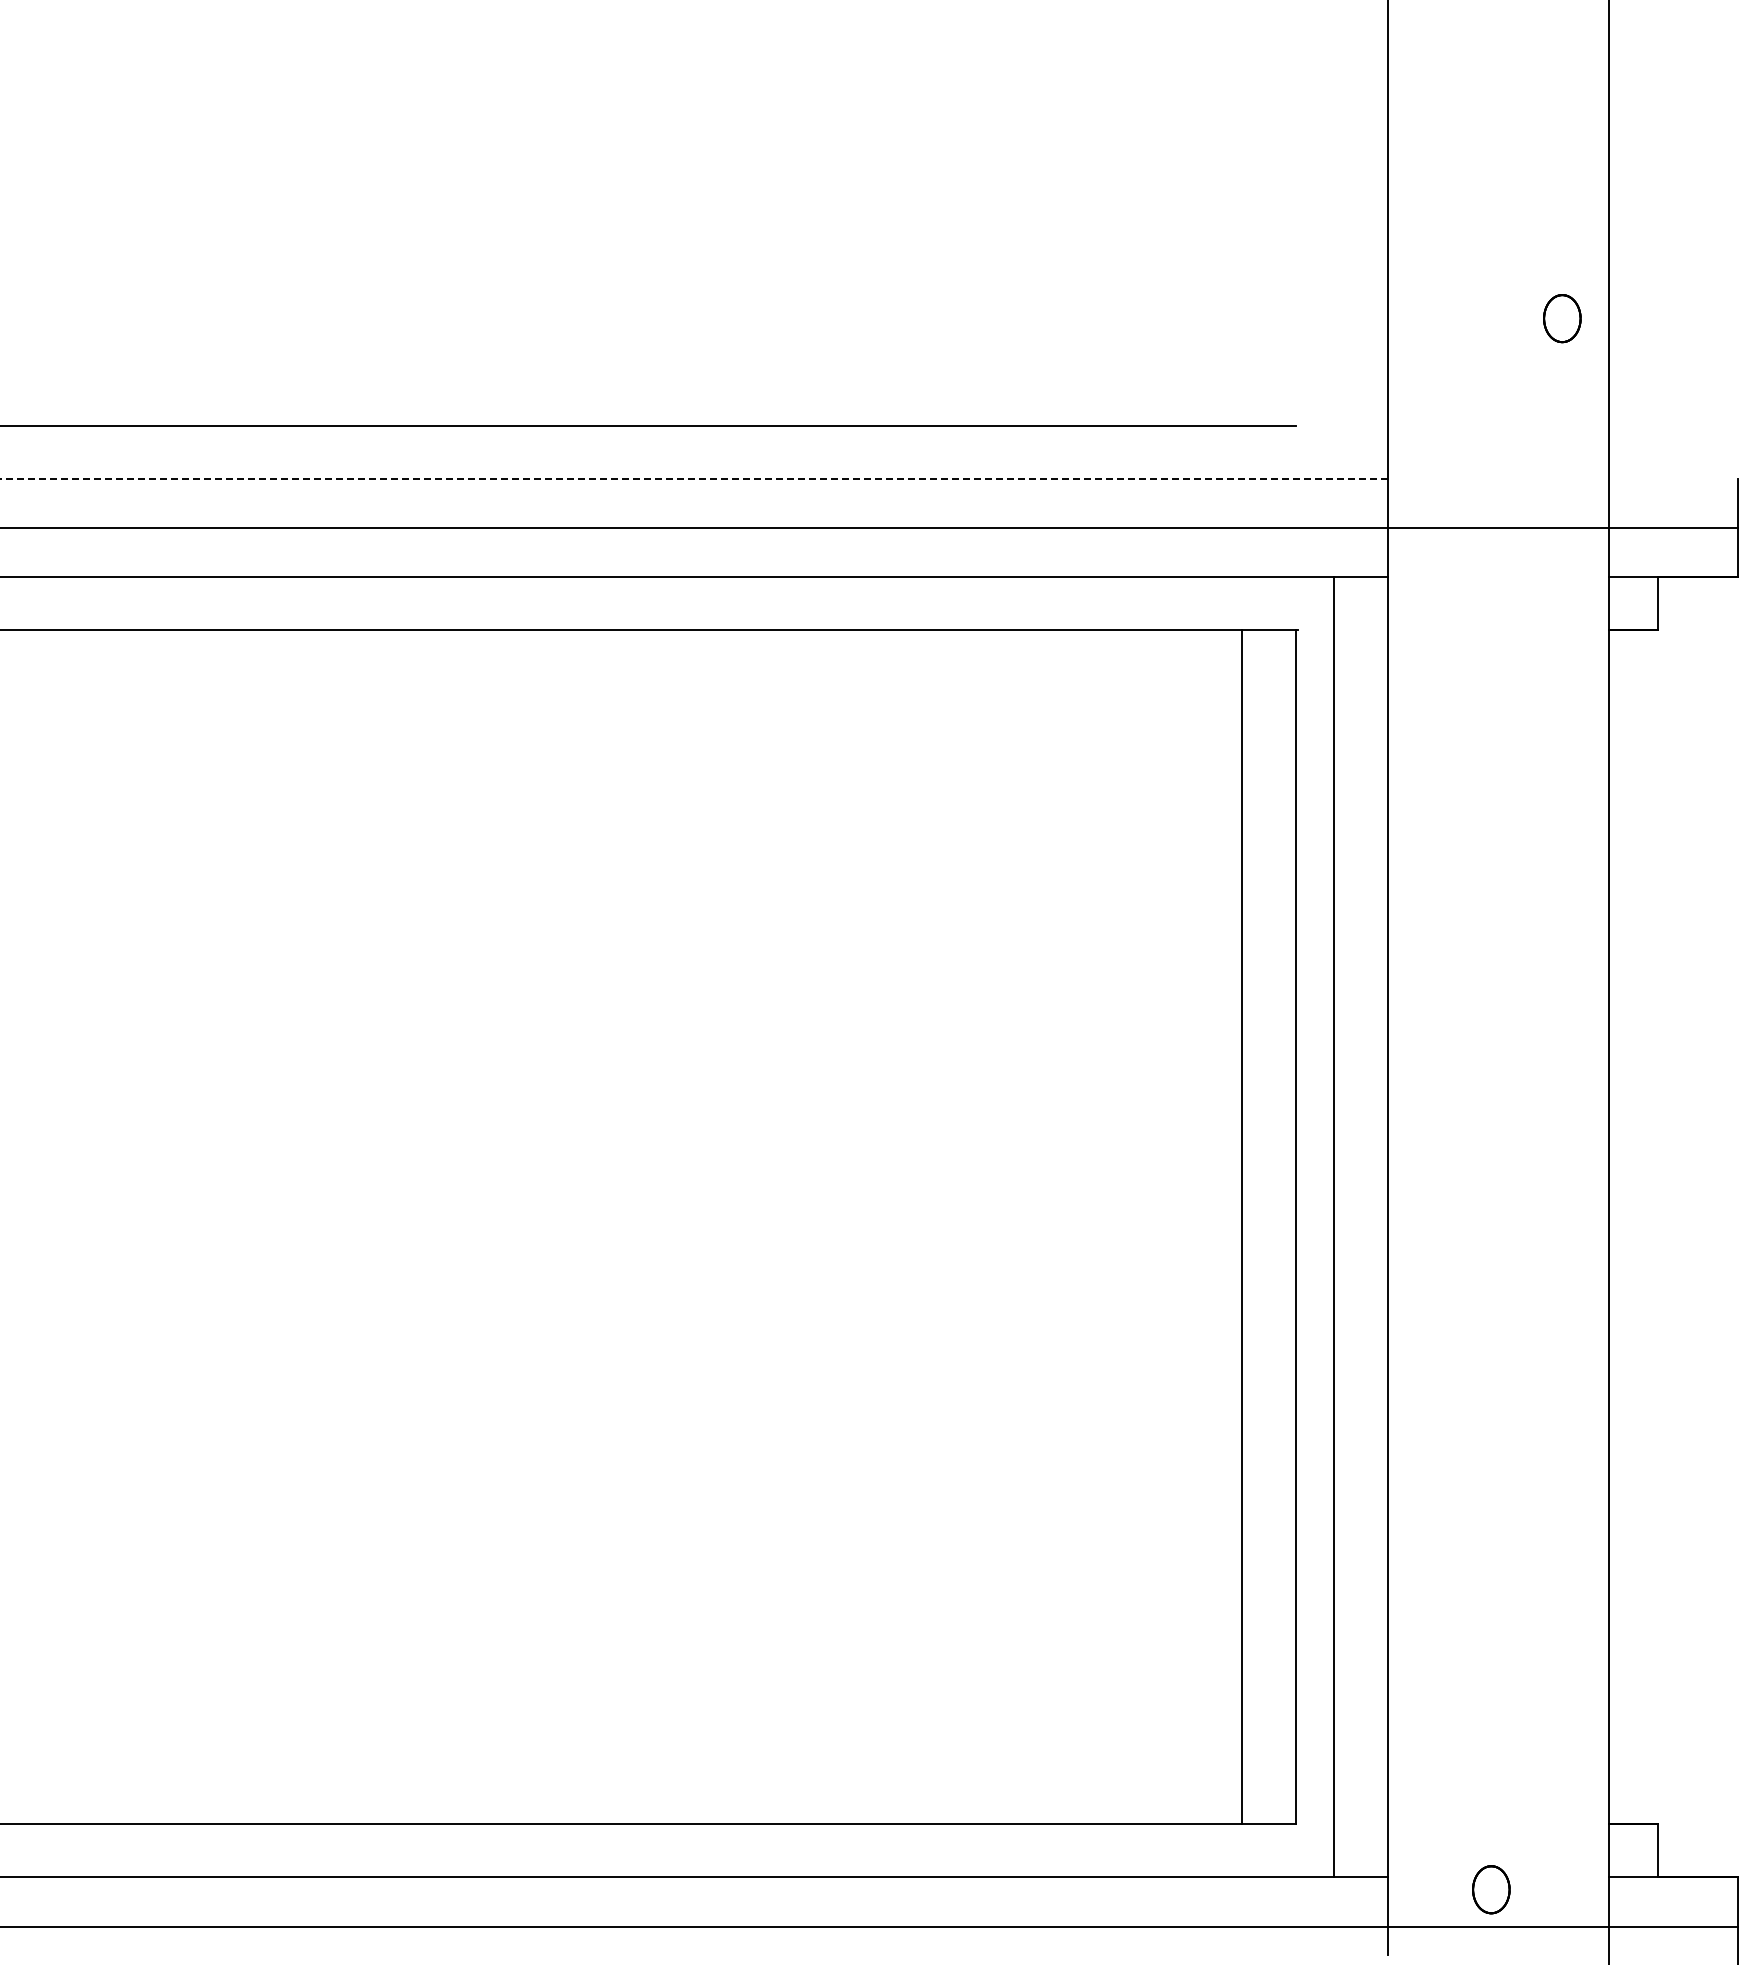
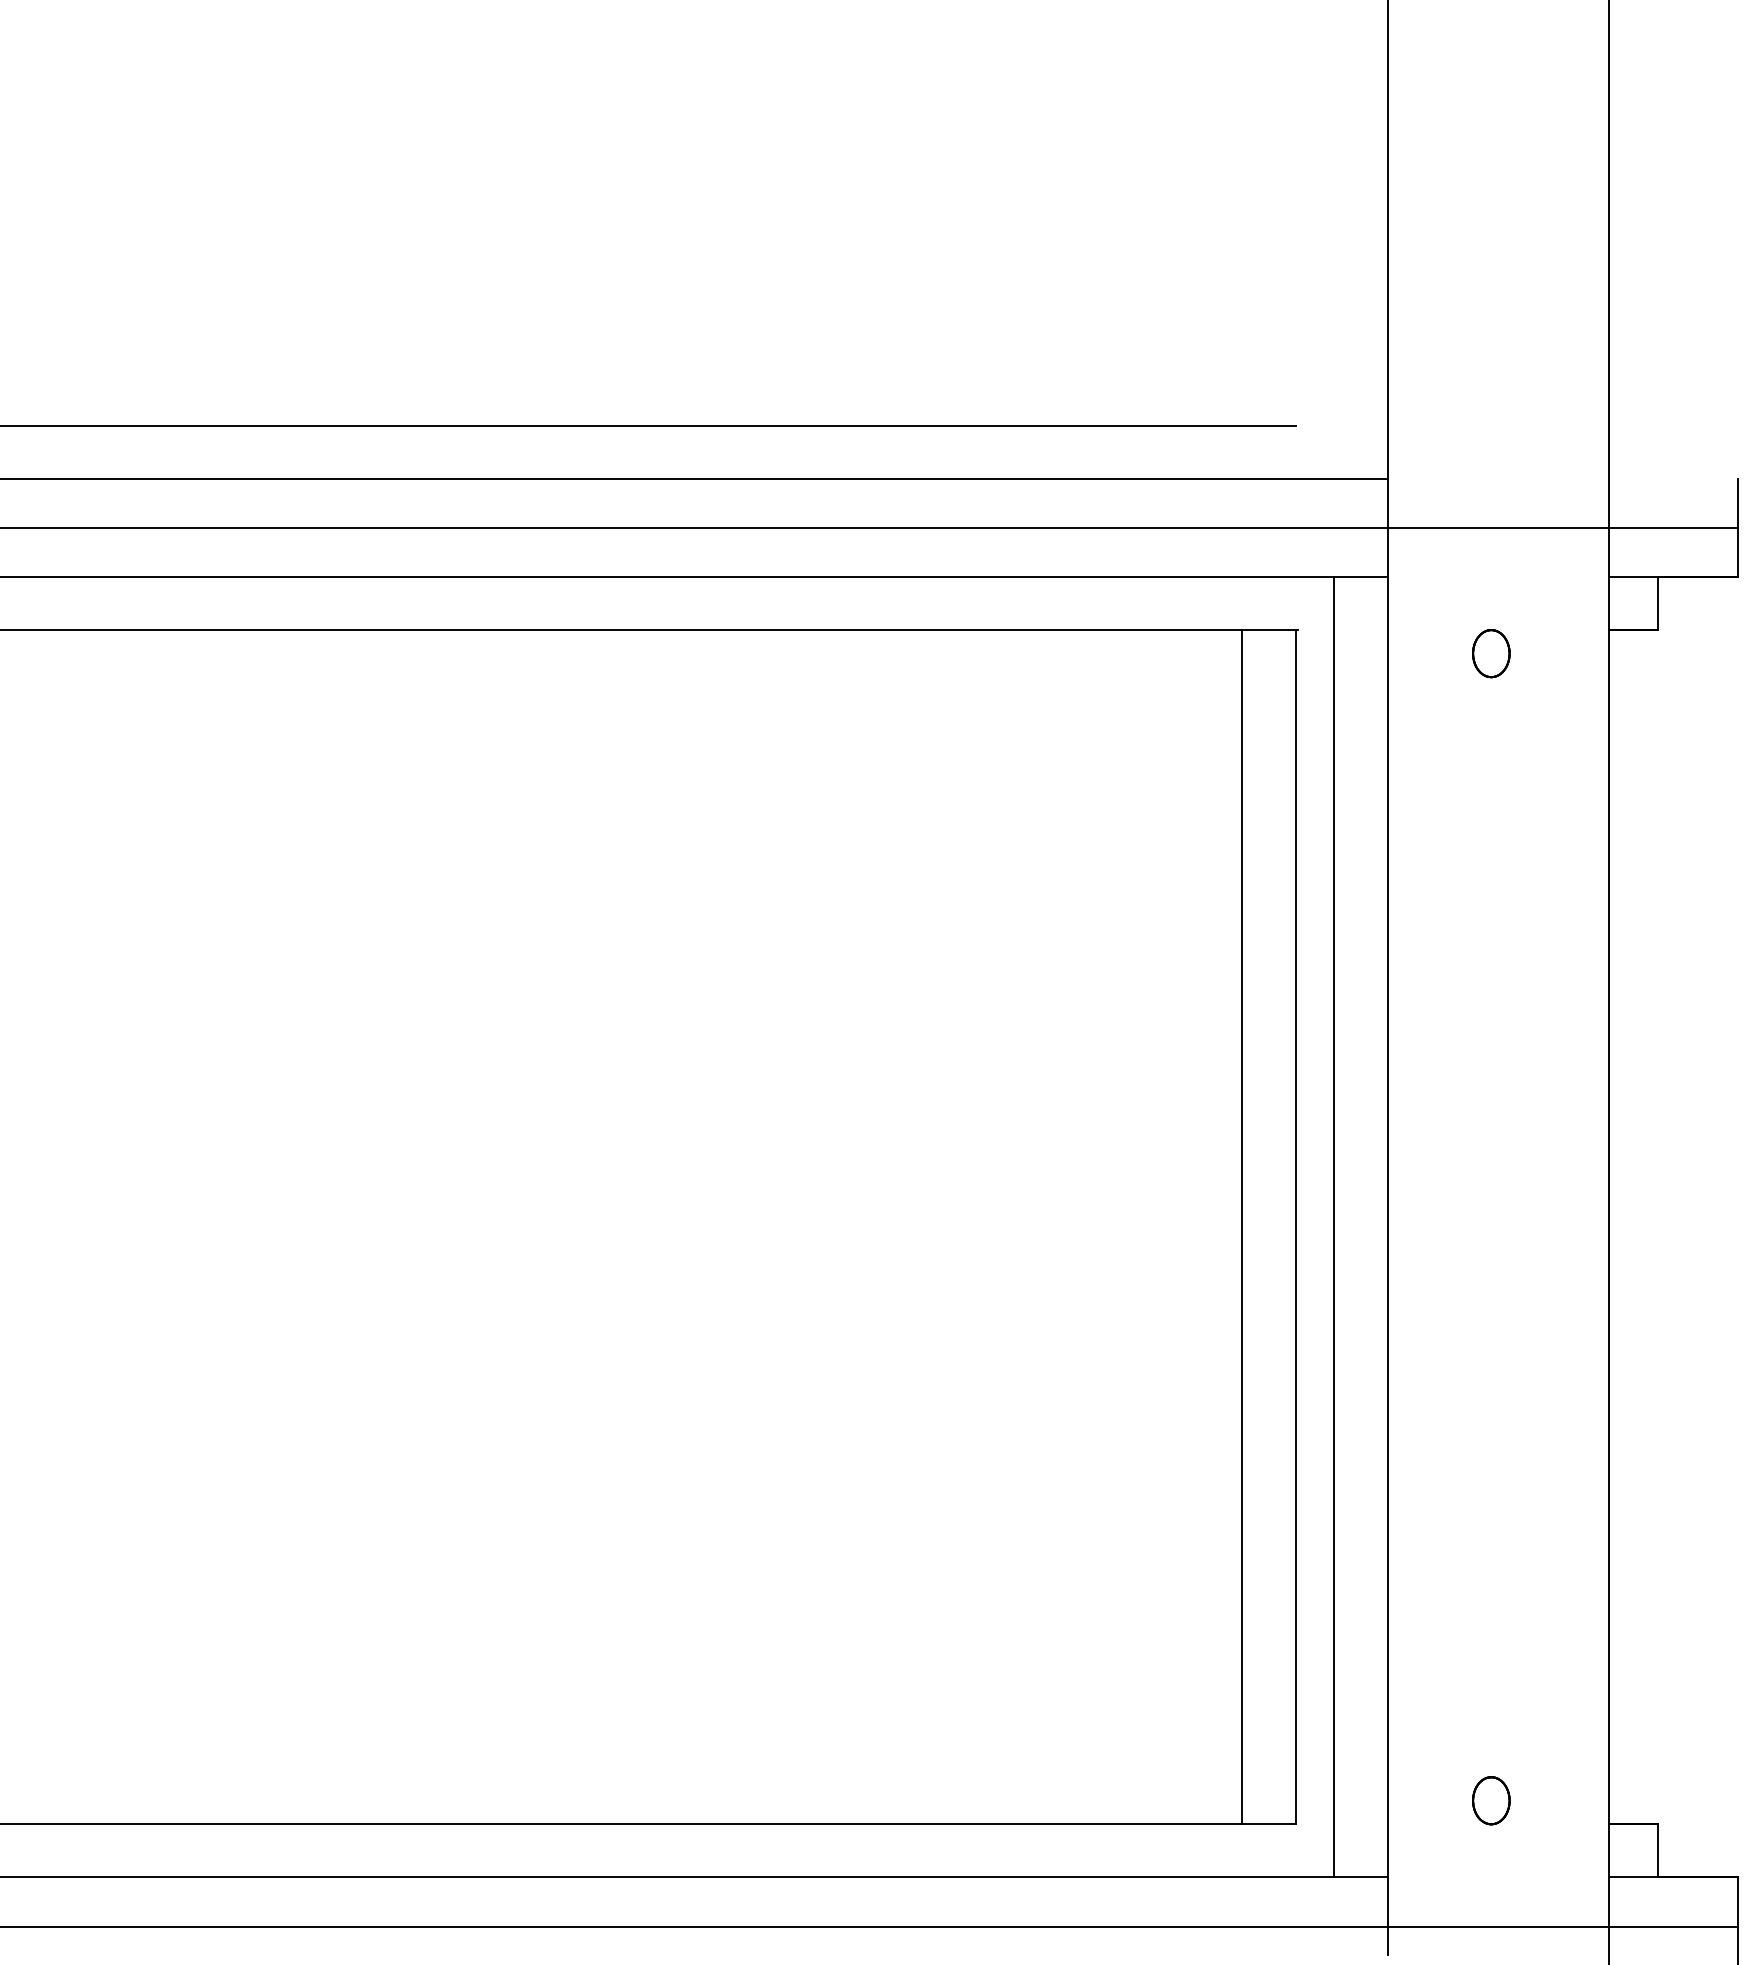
part at (1562, 318) position: (1562, 318) -> (1491, 653)
line at (693, 478): dashed -> solid
part at (1491, 1889) position: (1491, 1889) -> (1491, 1800)
